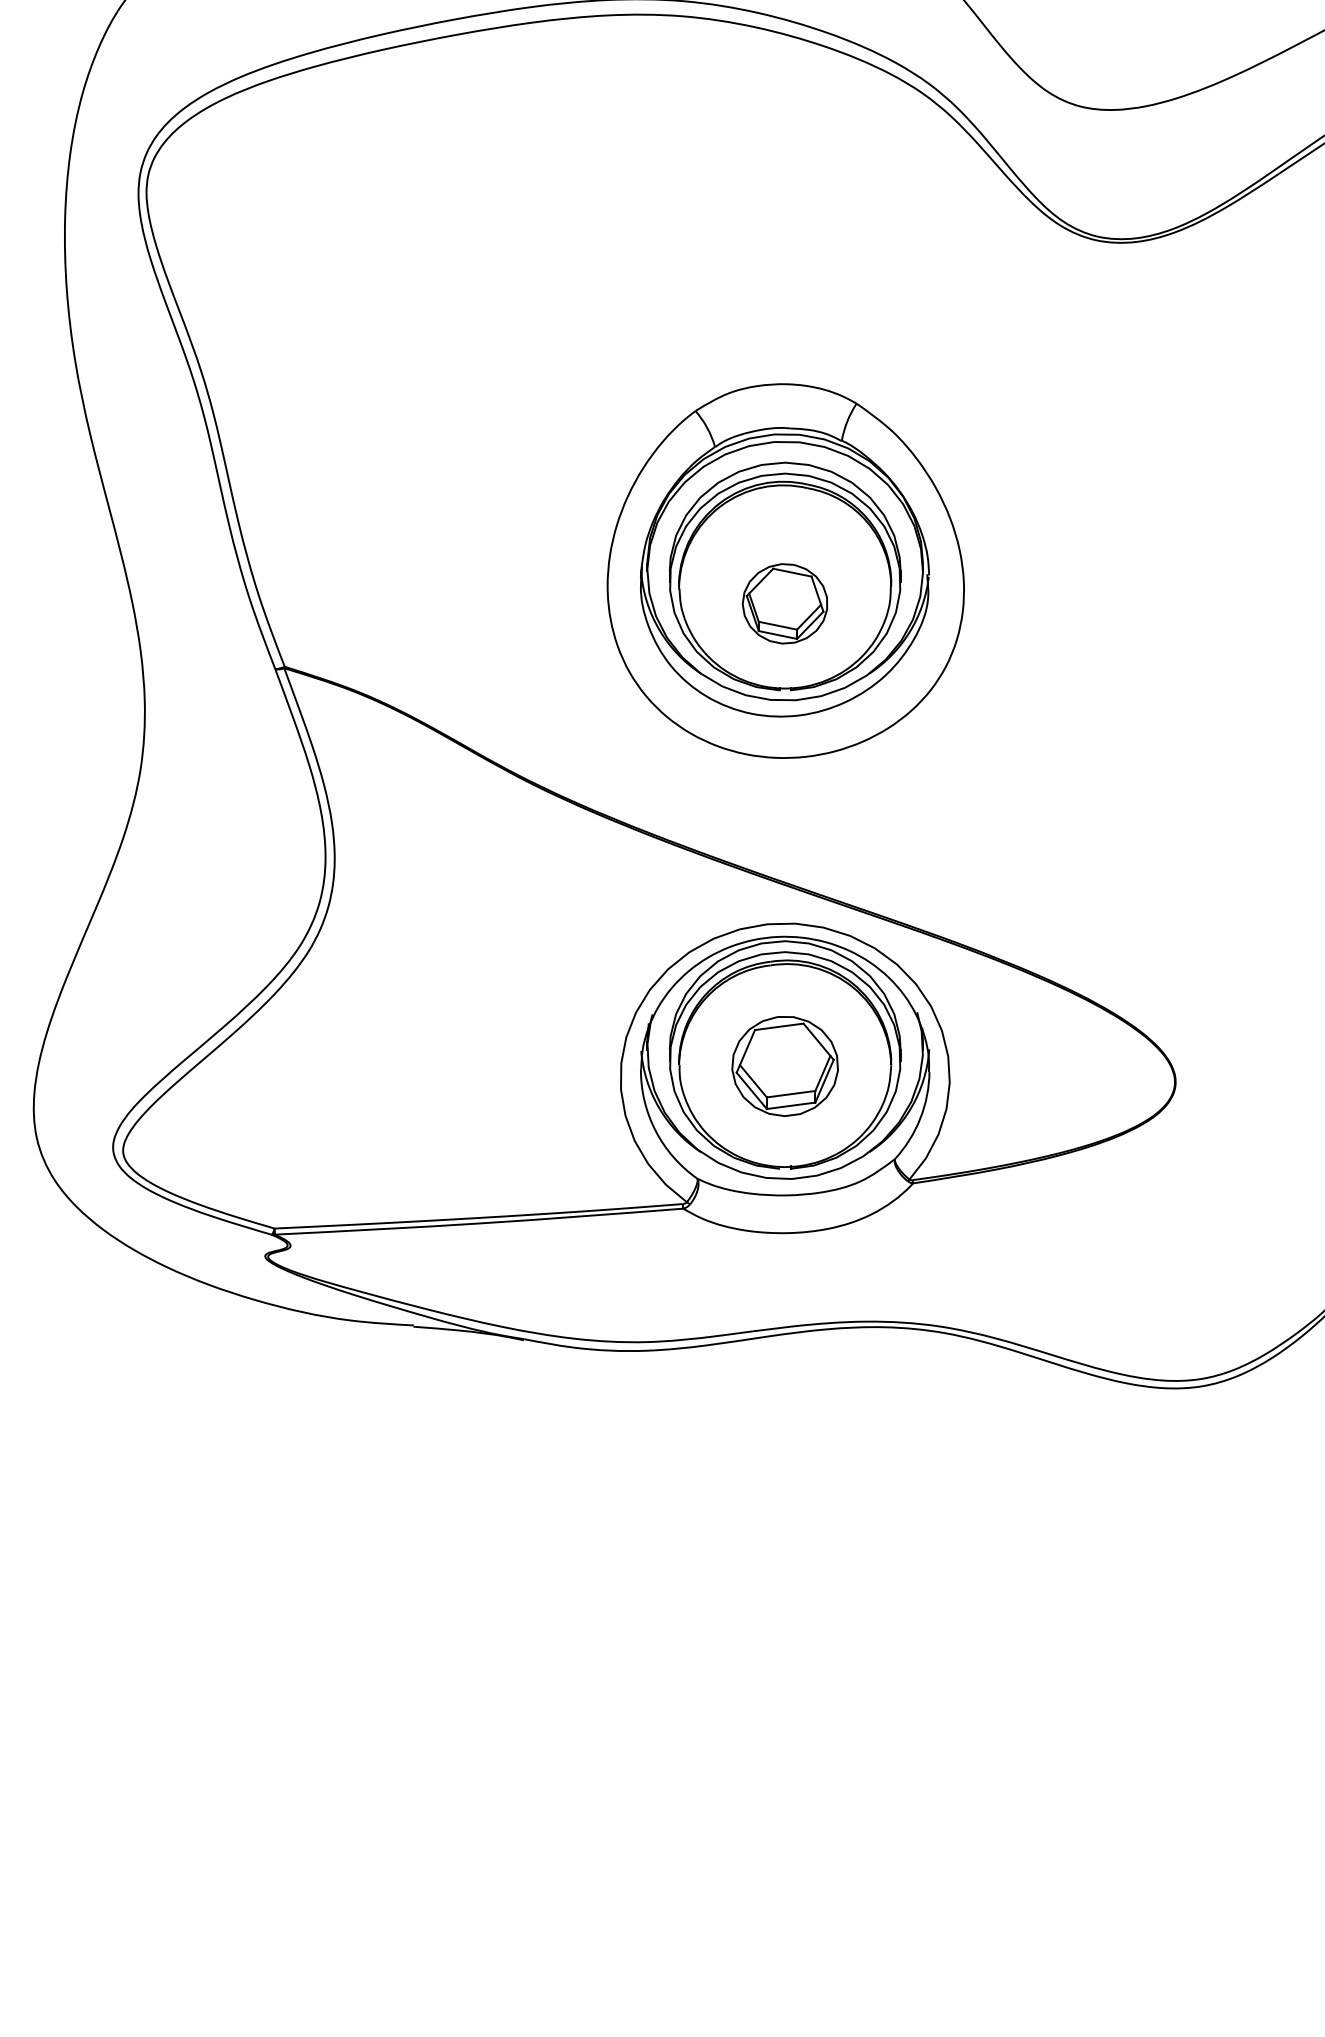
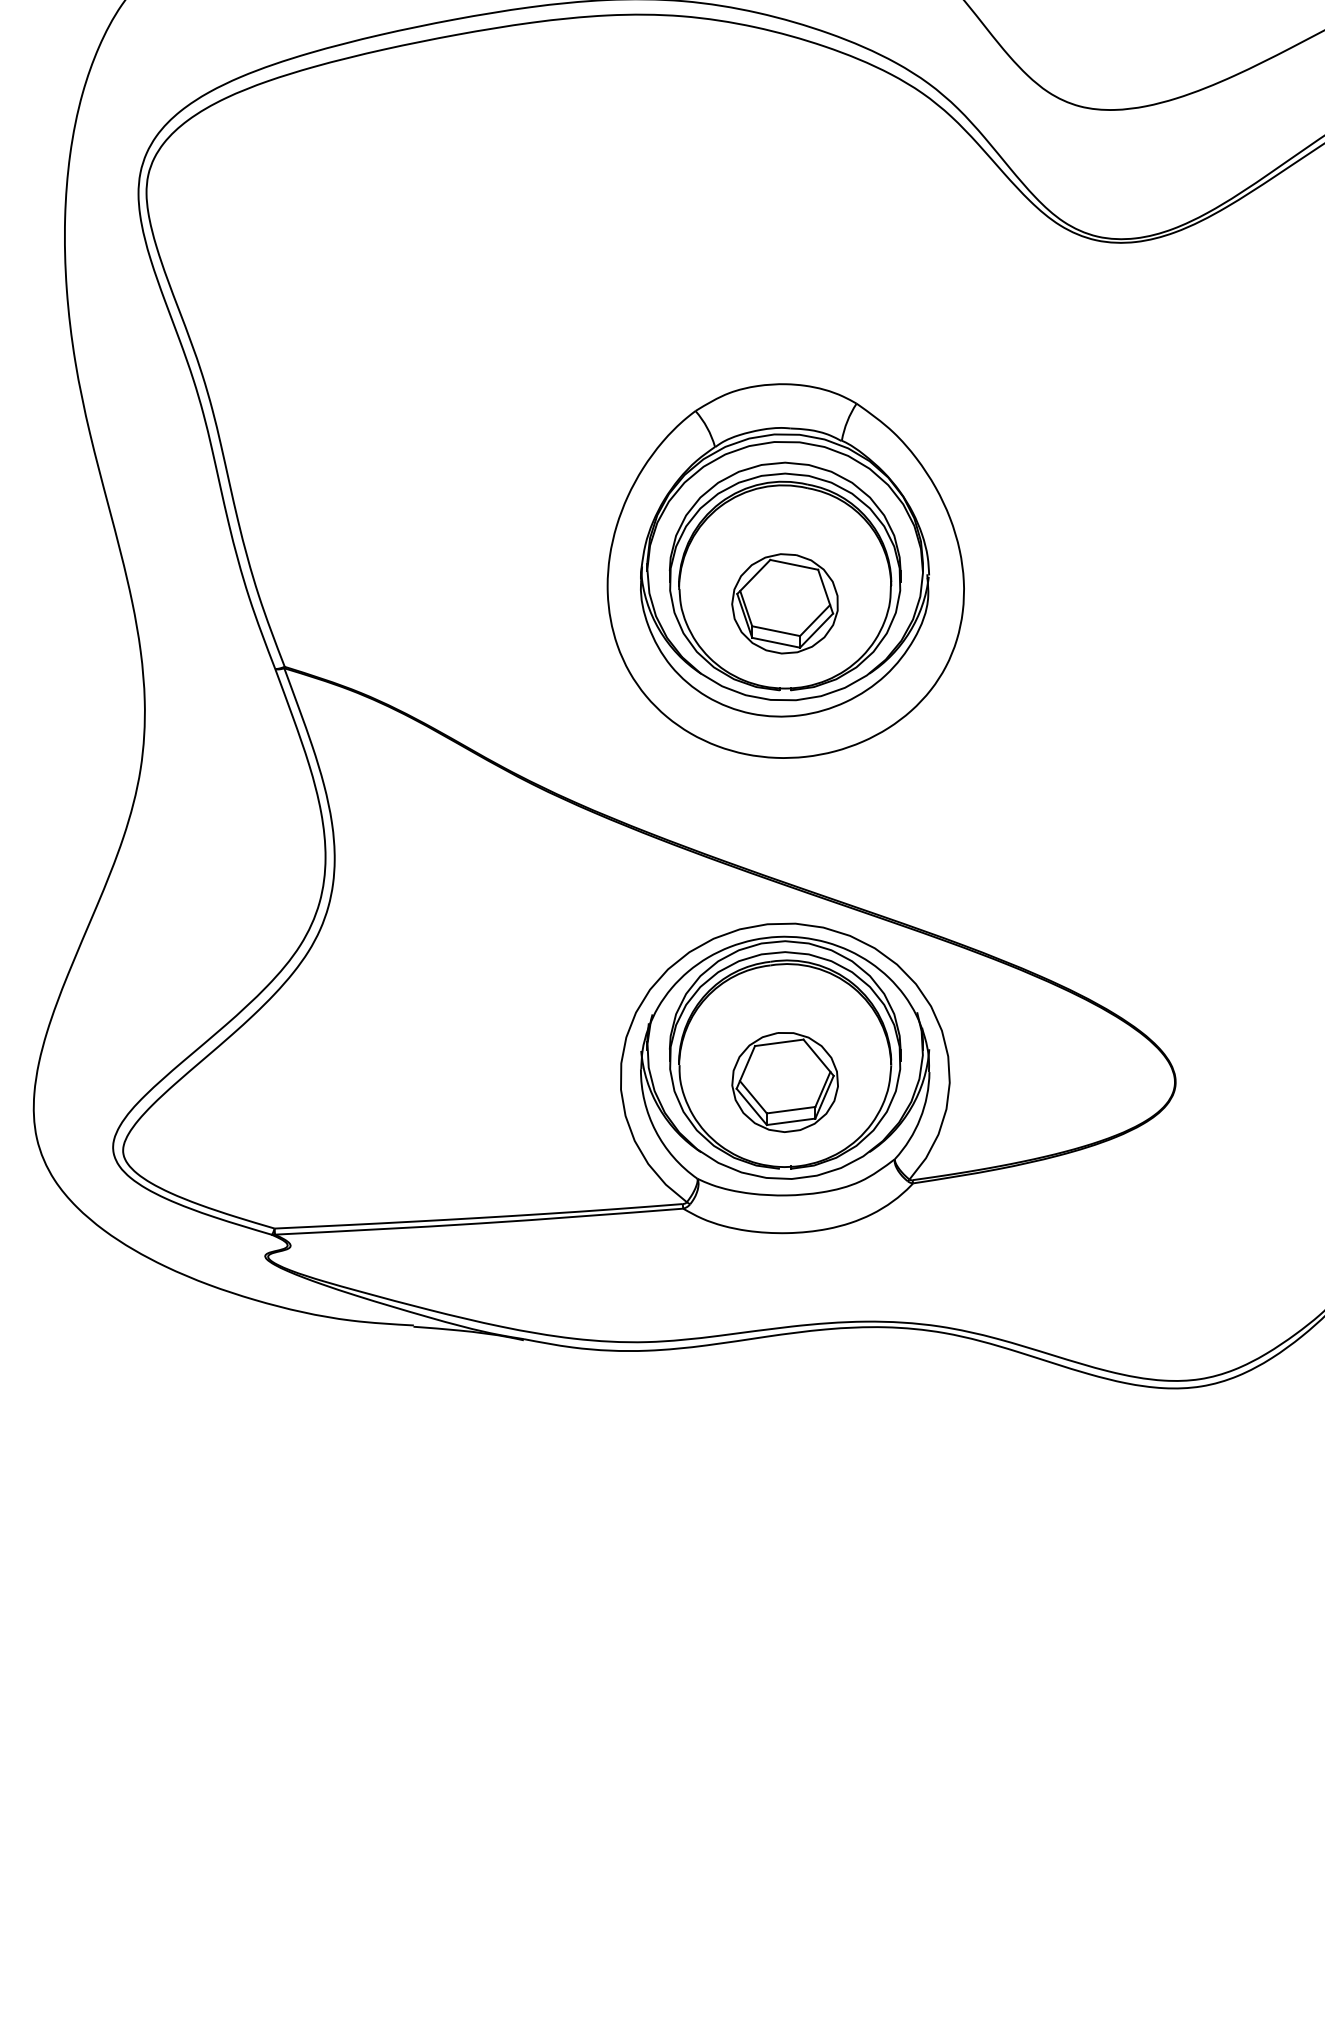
part at (784, 603) size: 88x82 px -> 108x102 px
part at (784, 1066) position: (784, 1066) -> (784, 1082)
